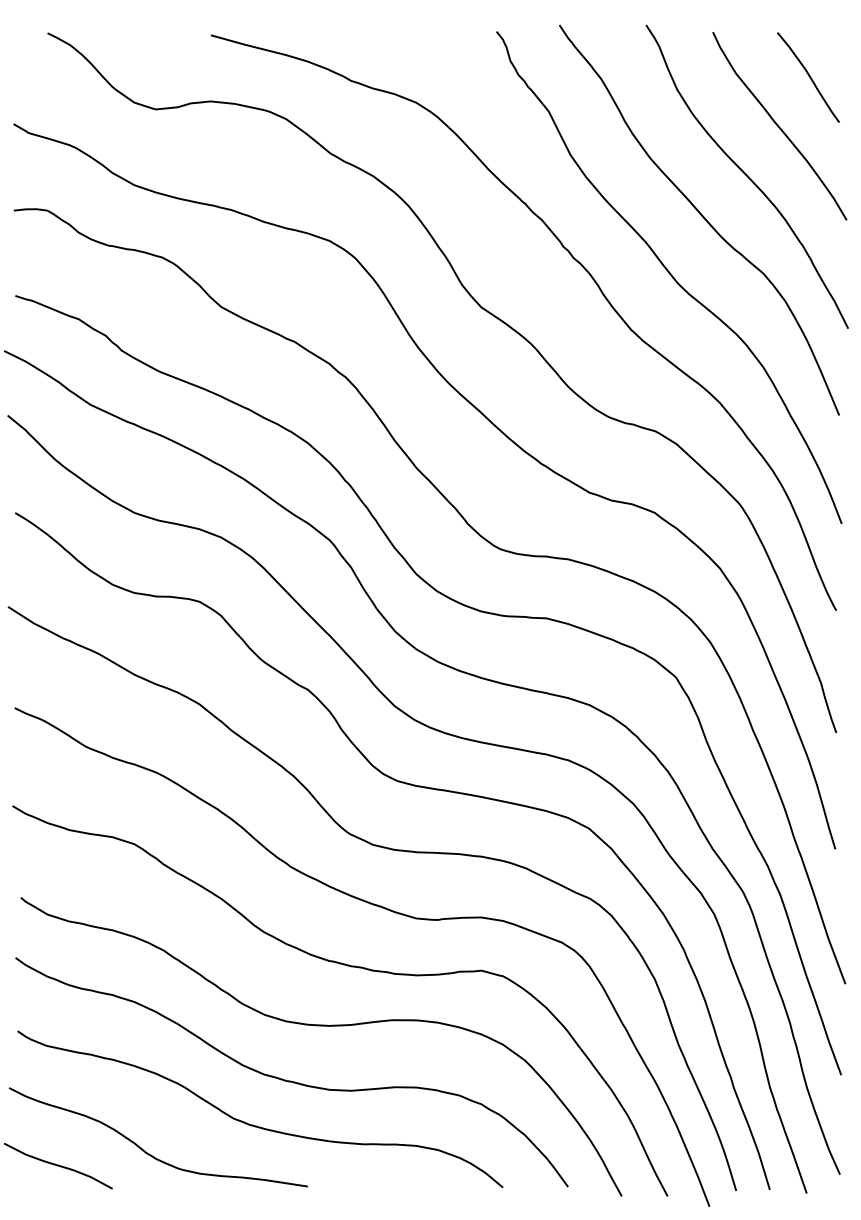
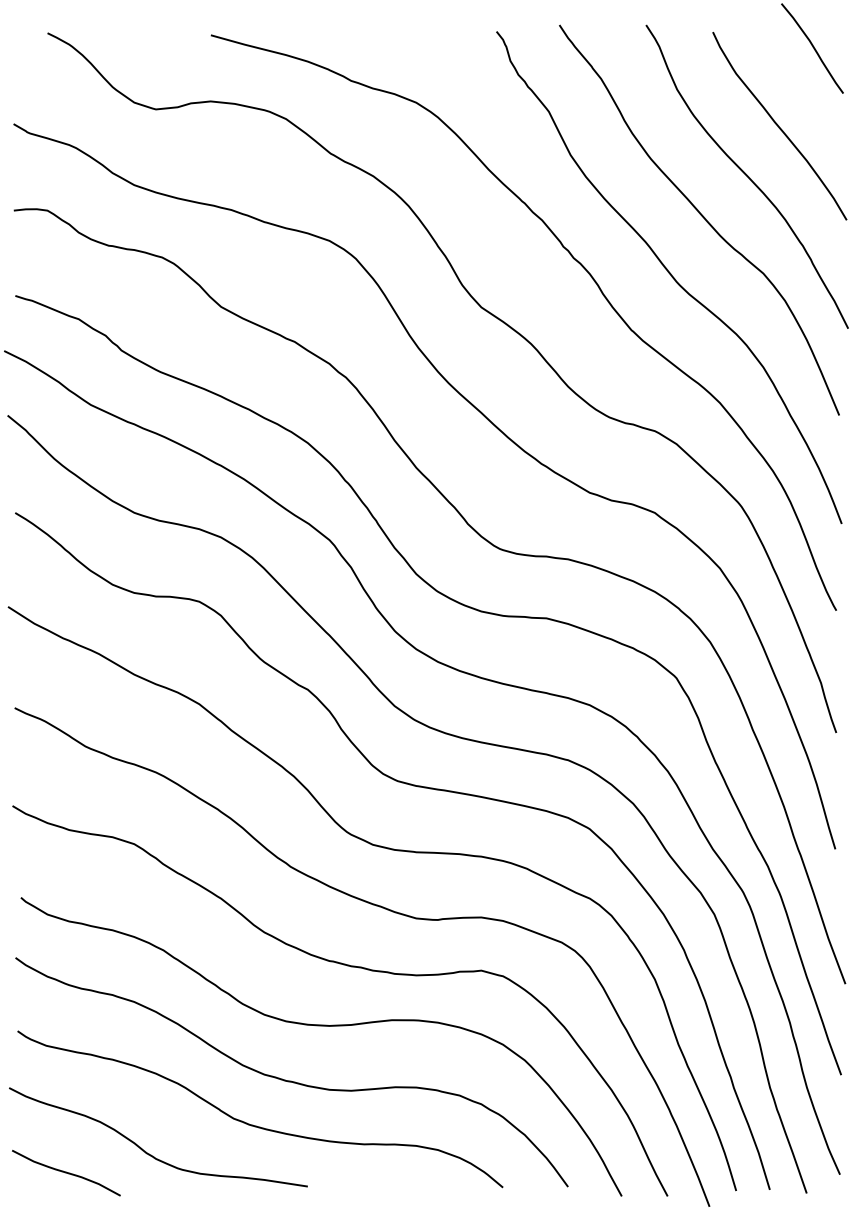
curve at (808, 76) position: (808, 76) -> (812, 47)
curve at (58, 1165) position: (58, 1165) -> (66, 1172)
